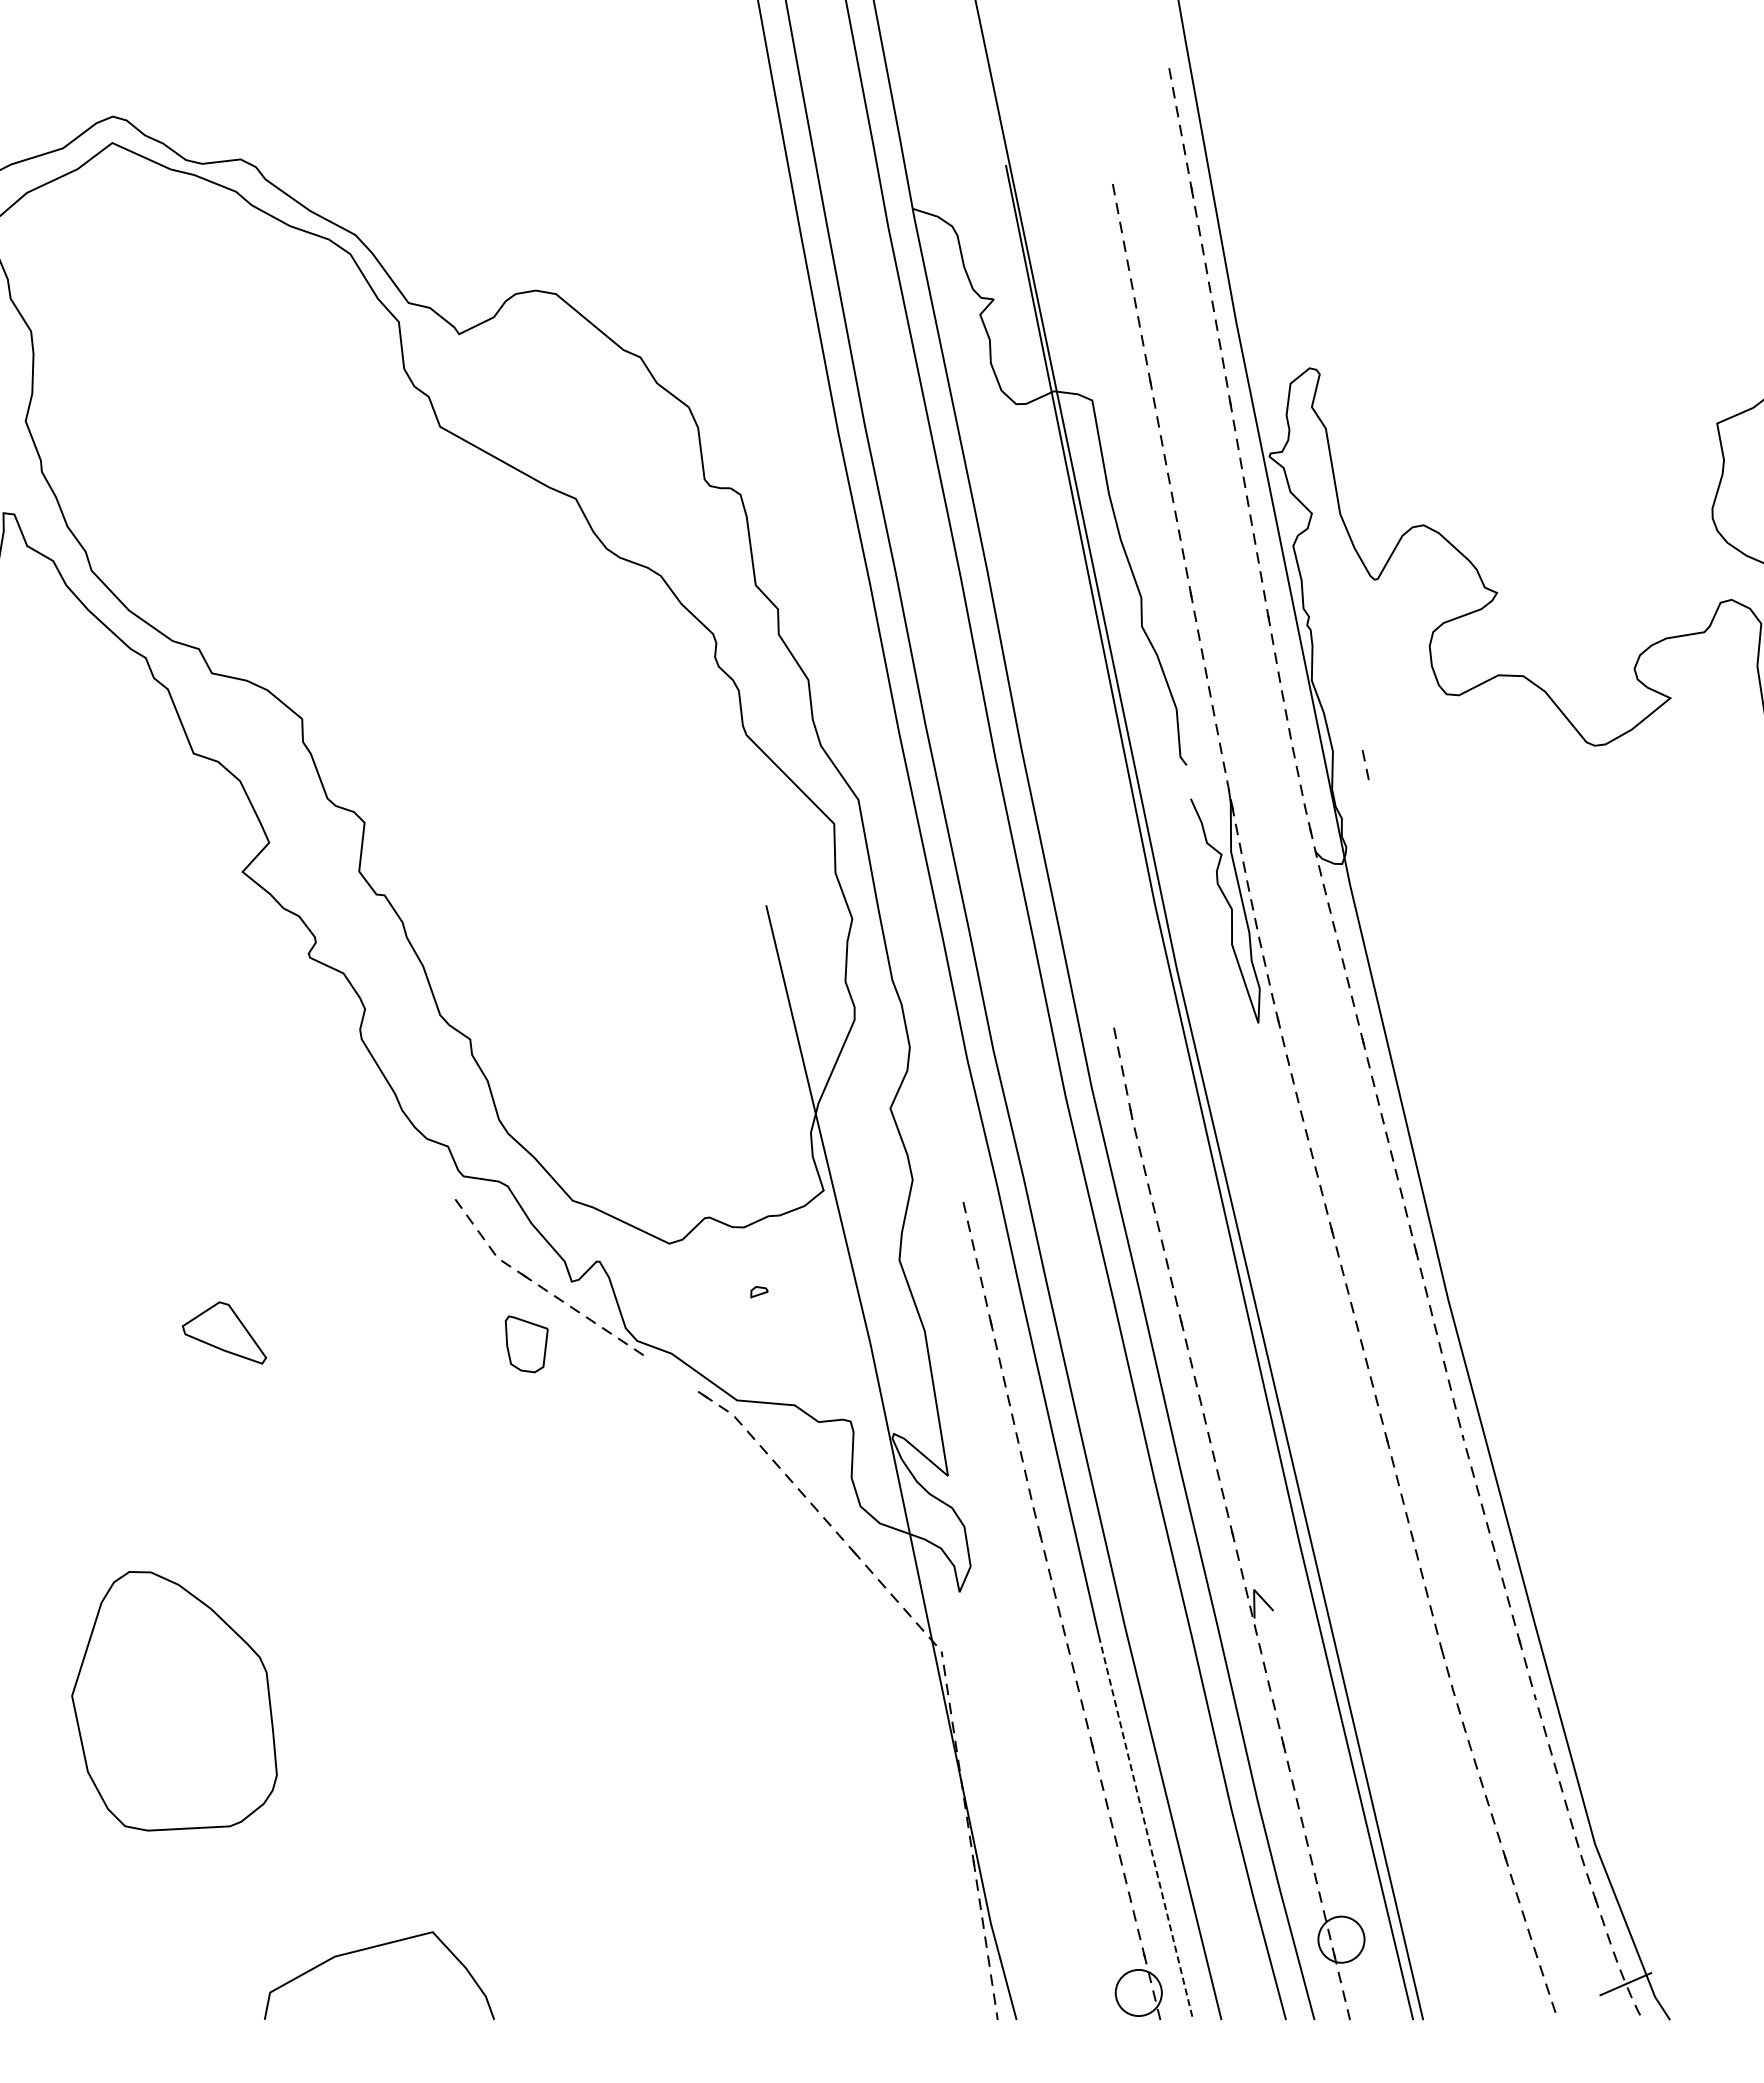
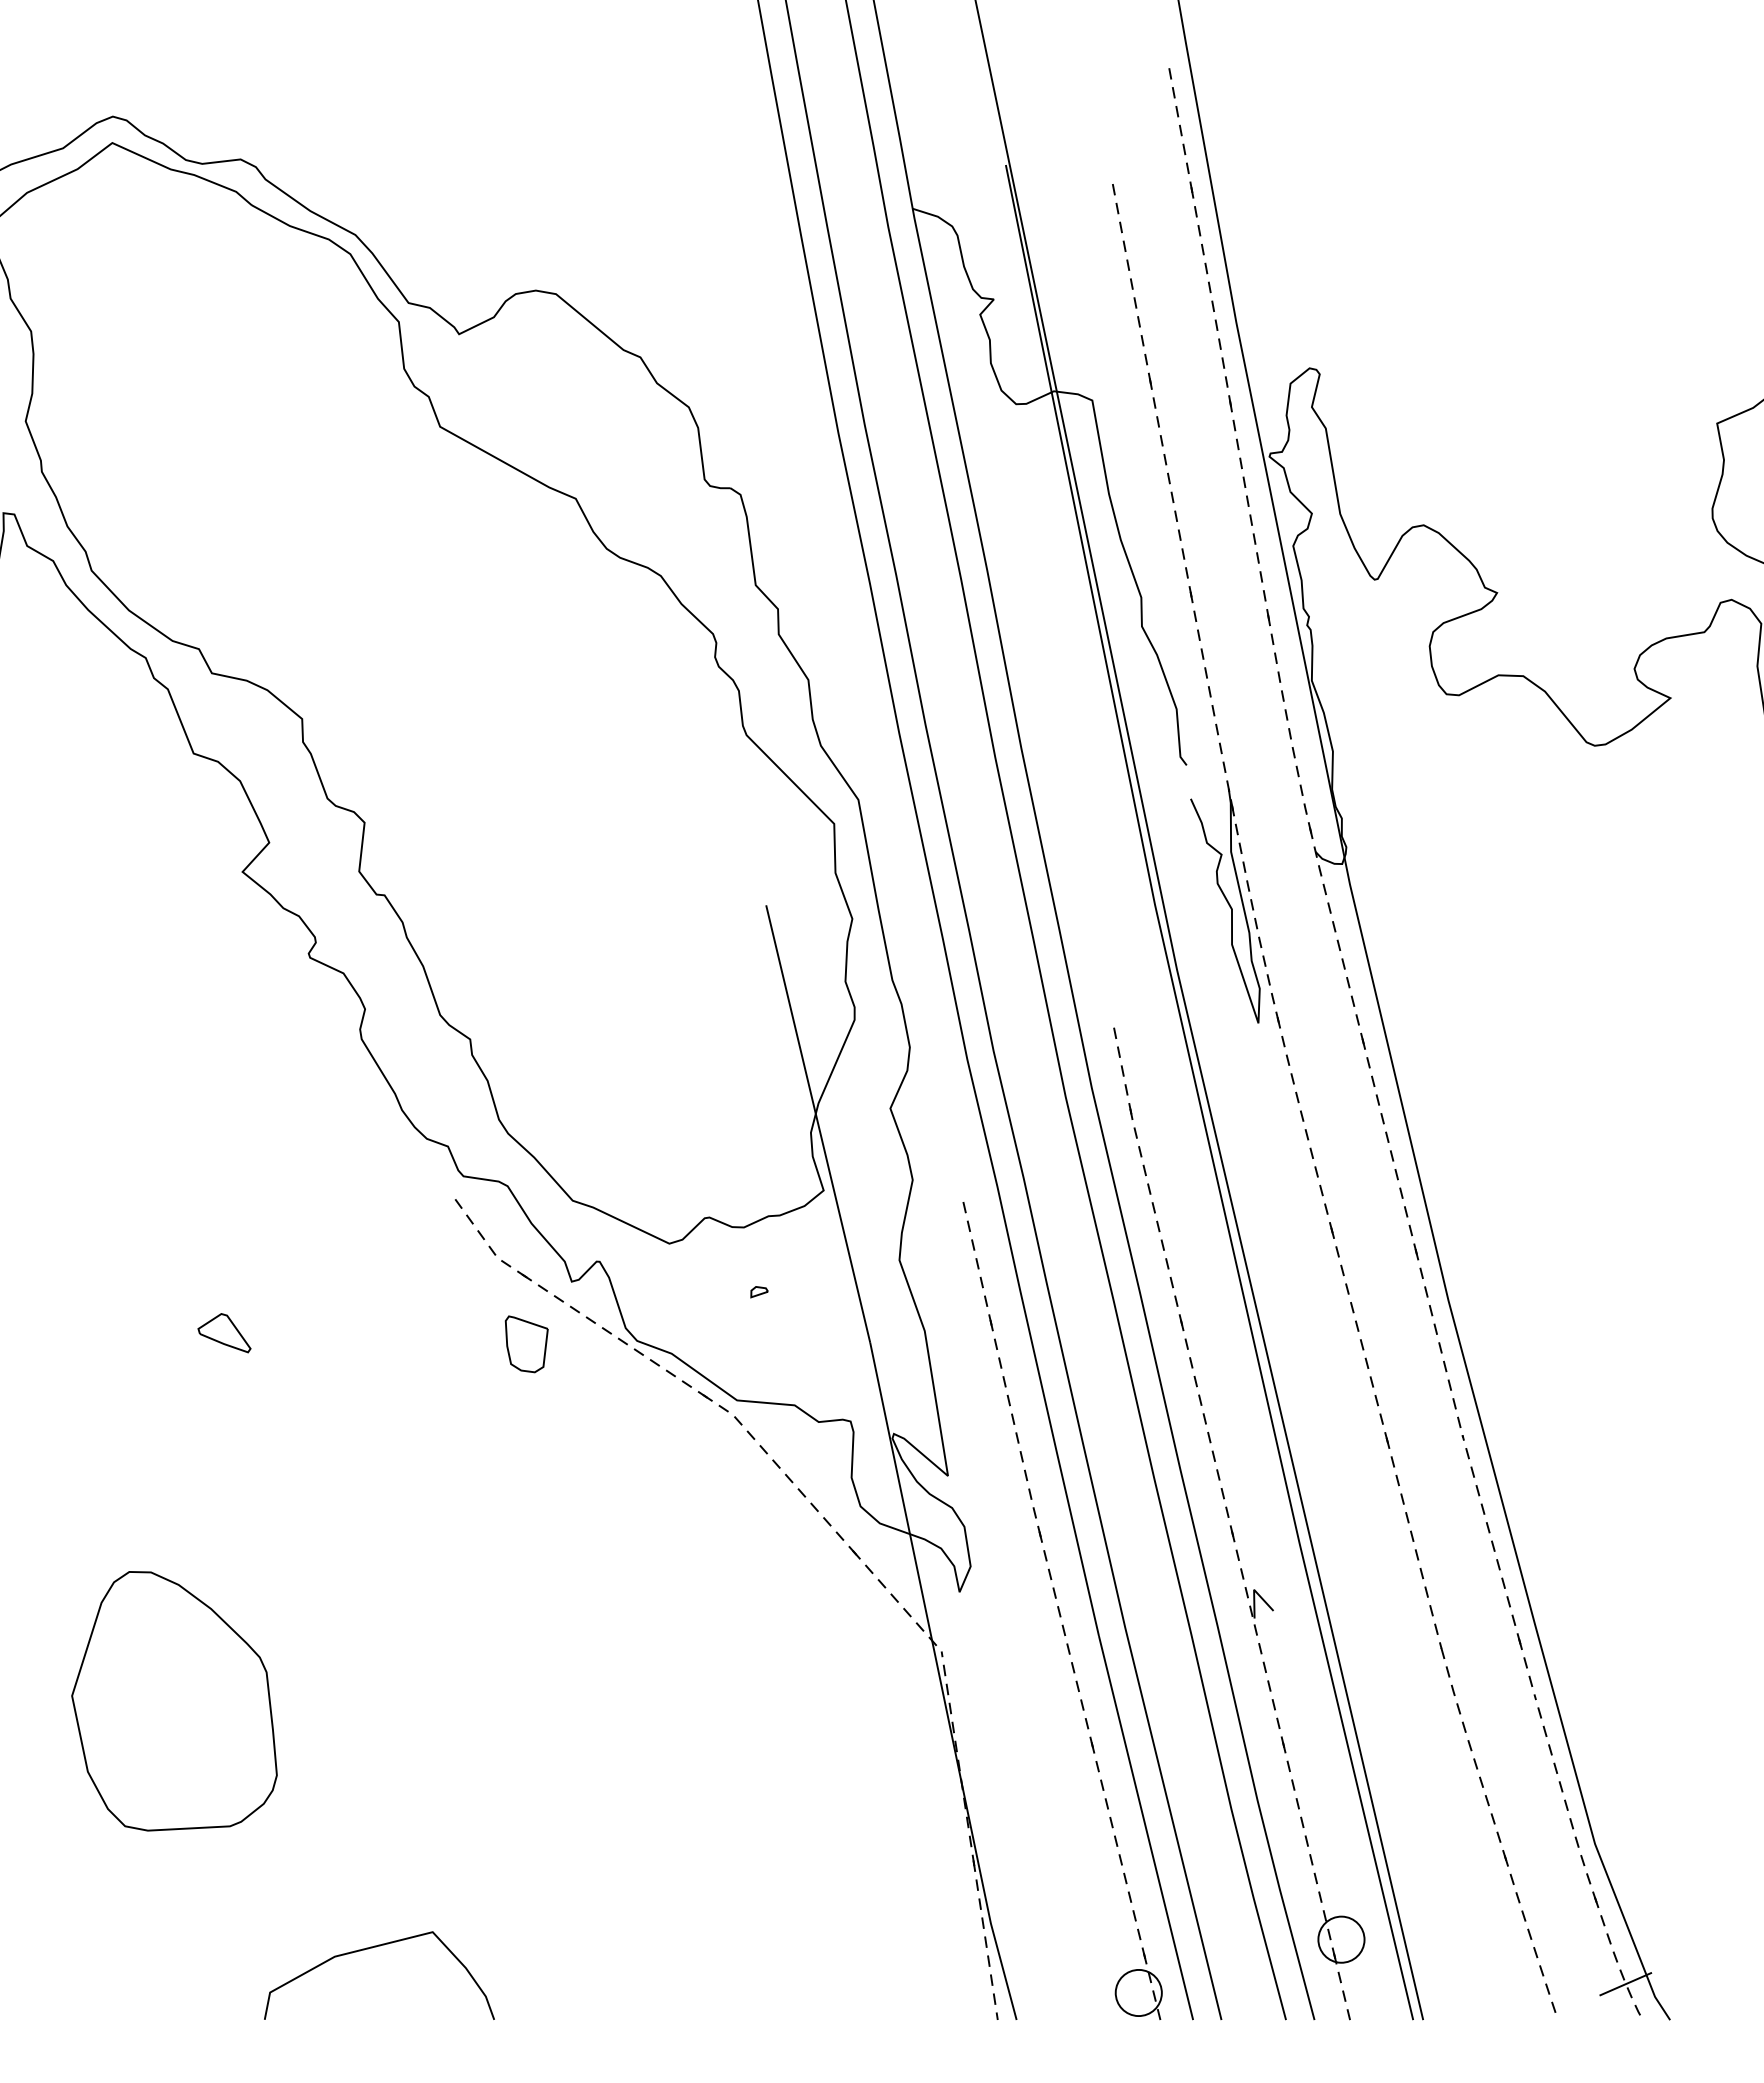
part at (1365, 765): present -> none
part at (224, 1332) size: 86x64 px -> 55x41 px
part at (670, 1373): none -> present
line at (1146, 1828): dashed -> solid
